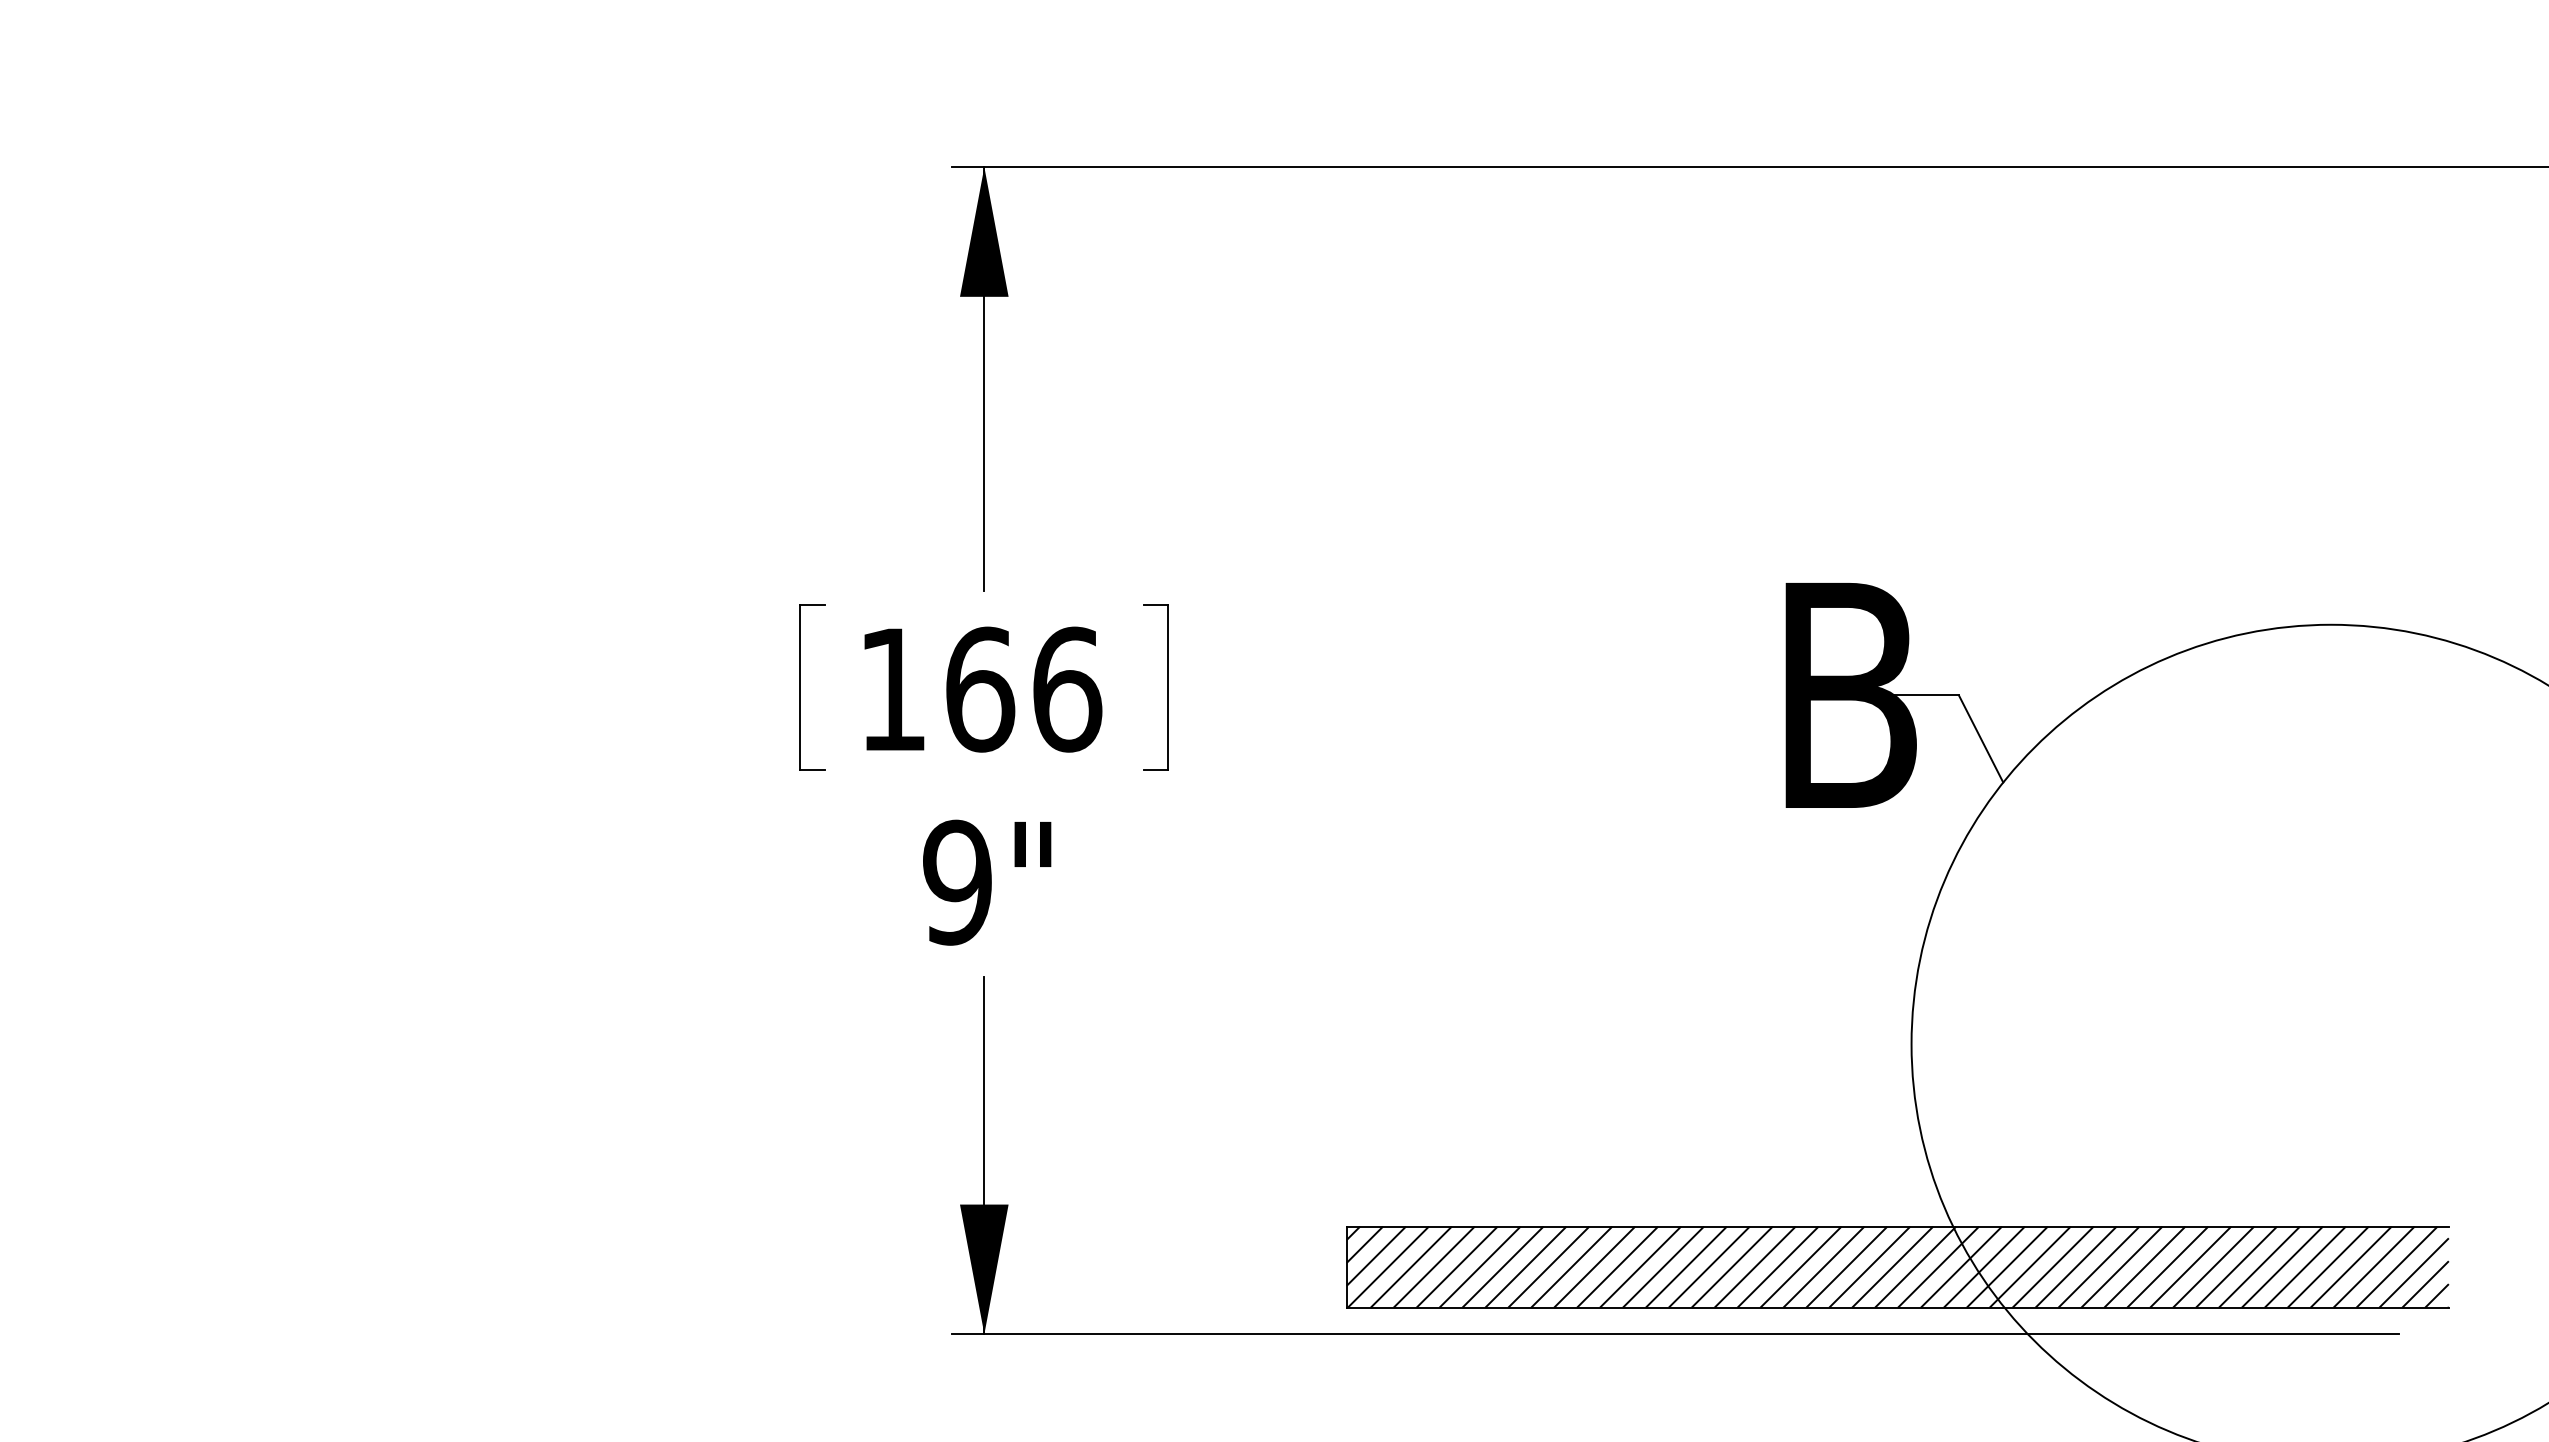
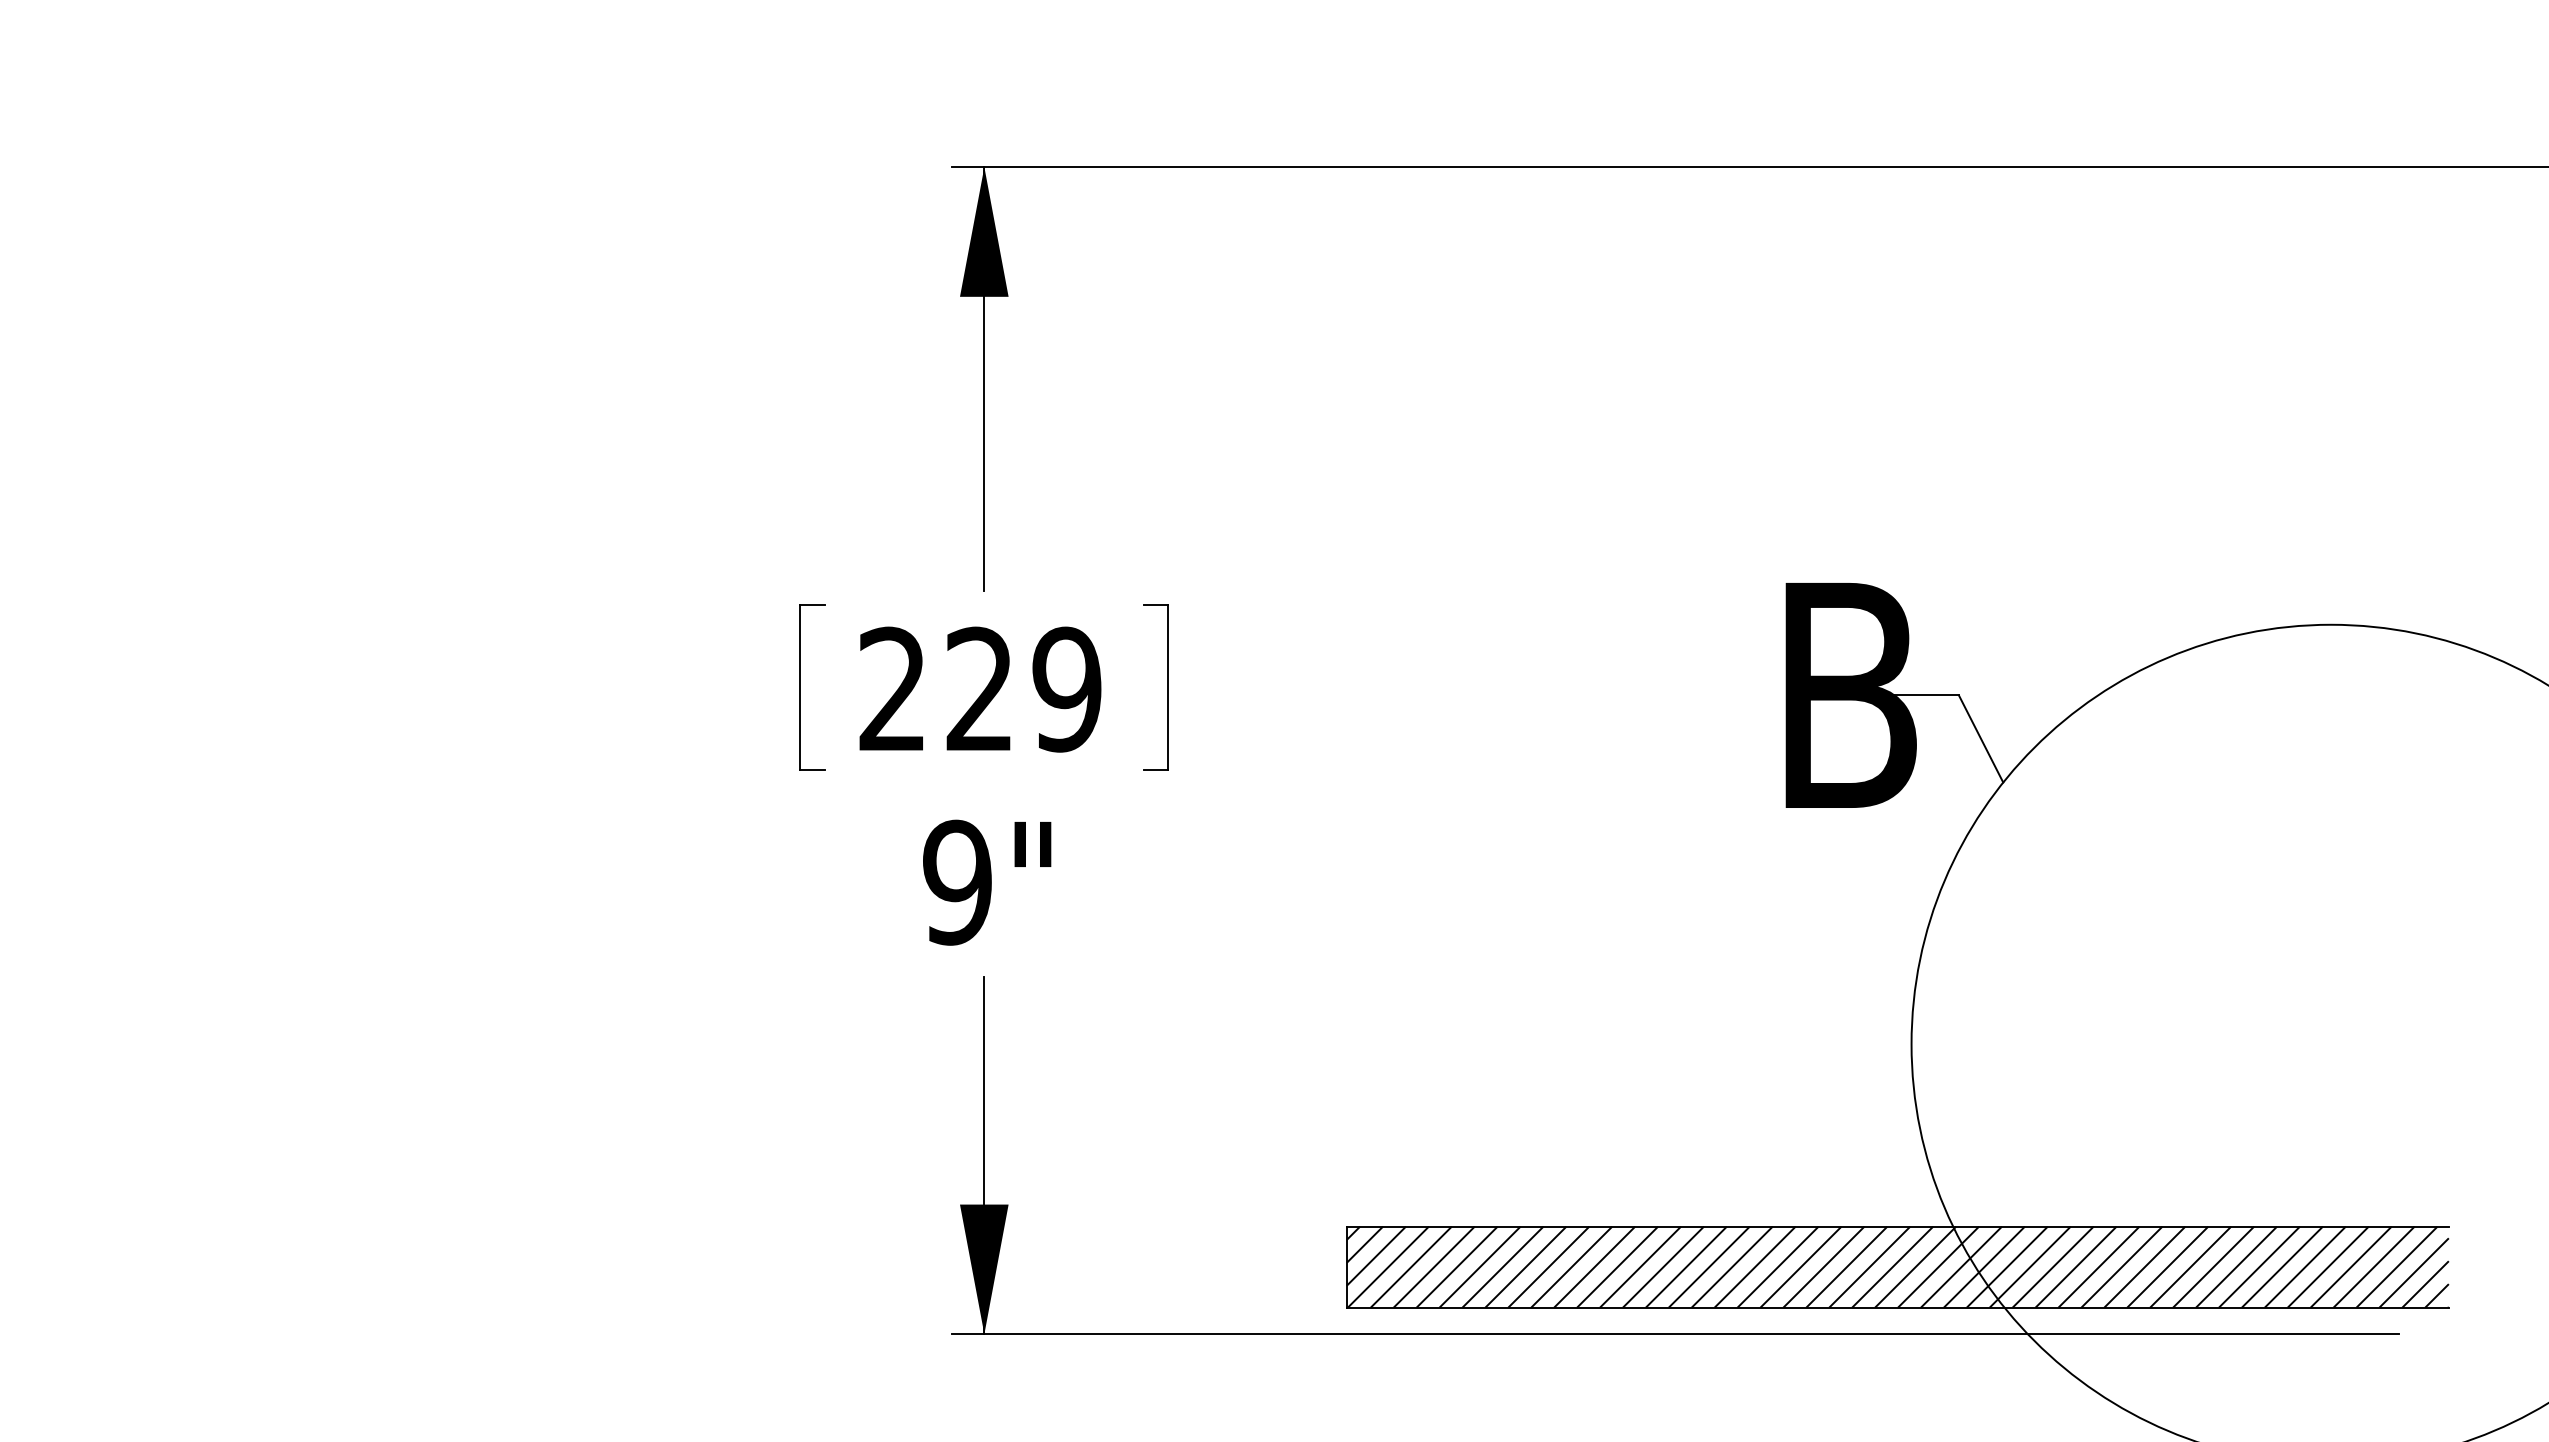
text at (980, 689): 166 -> 229
